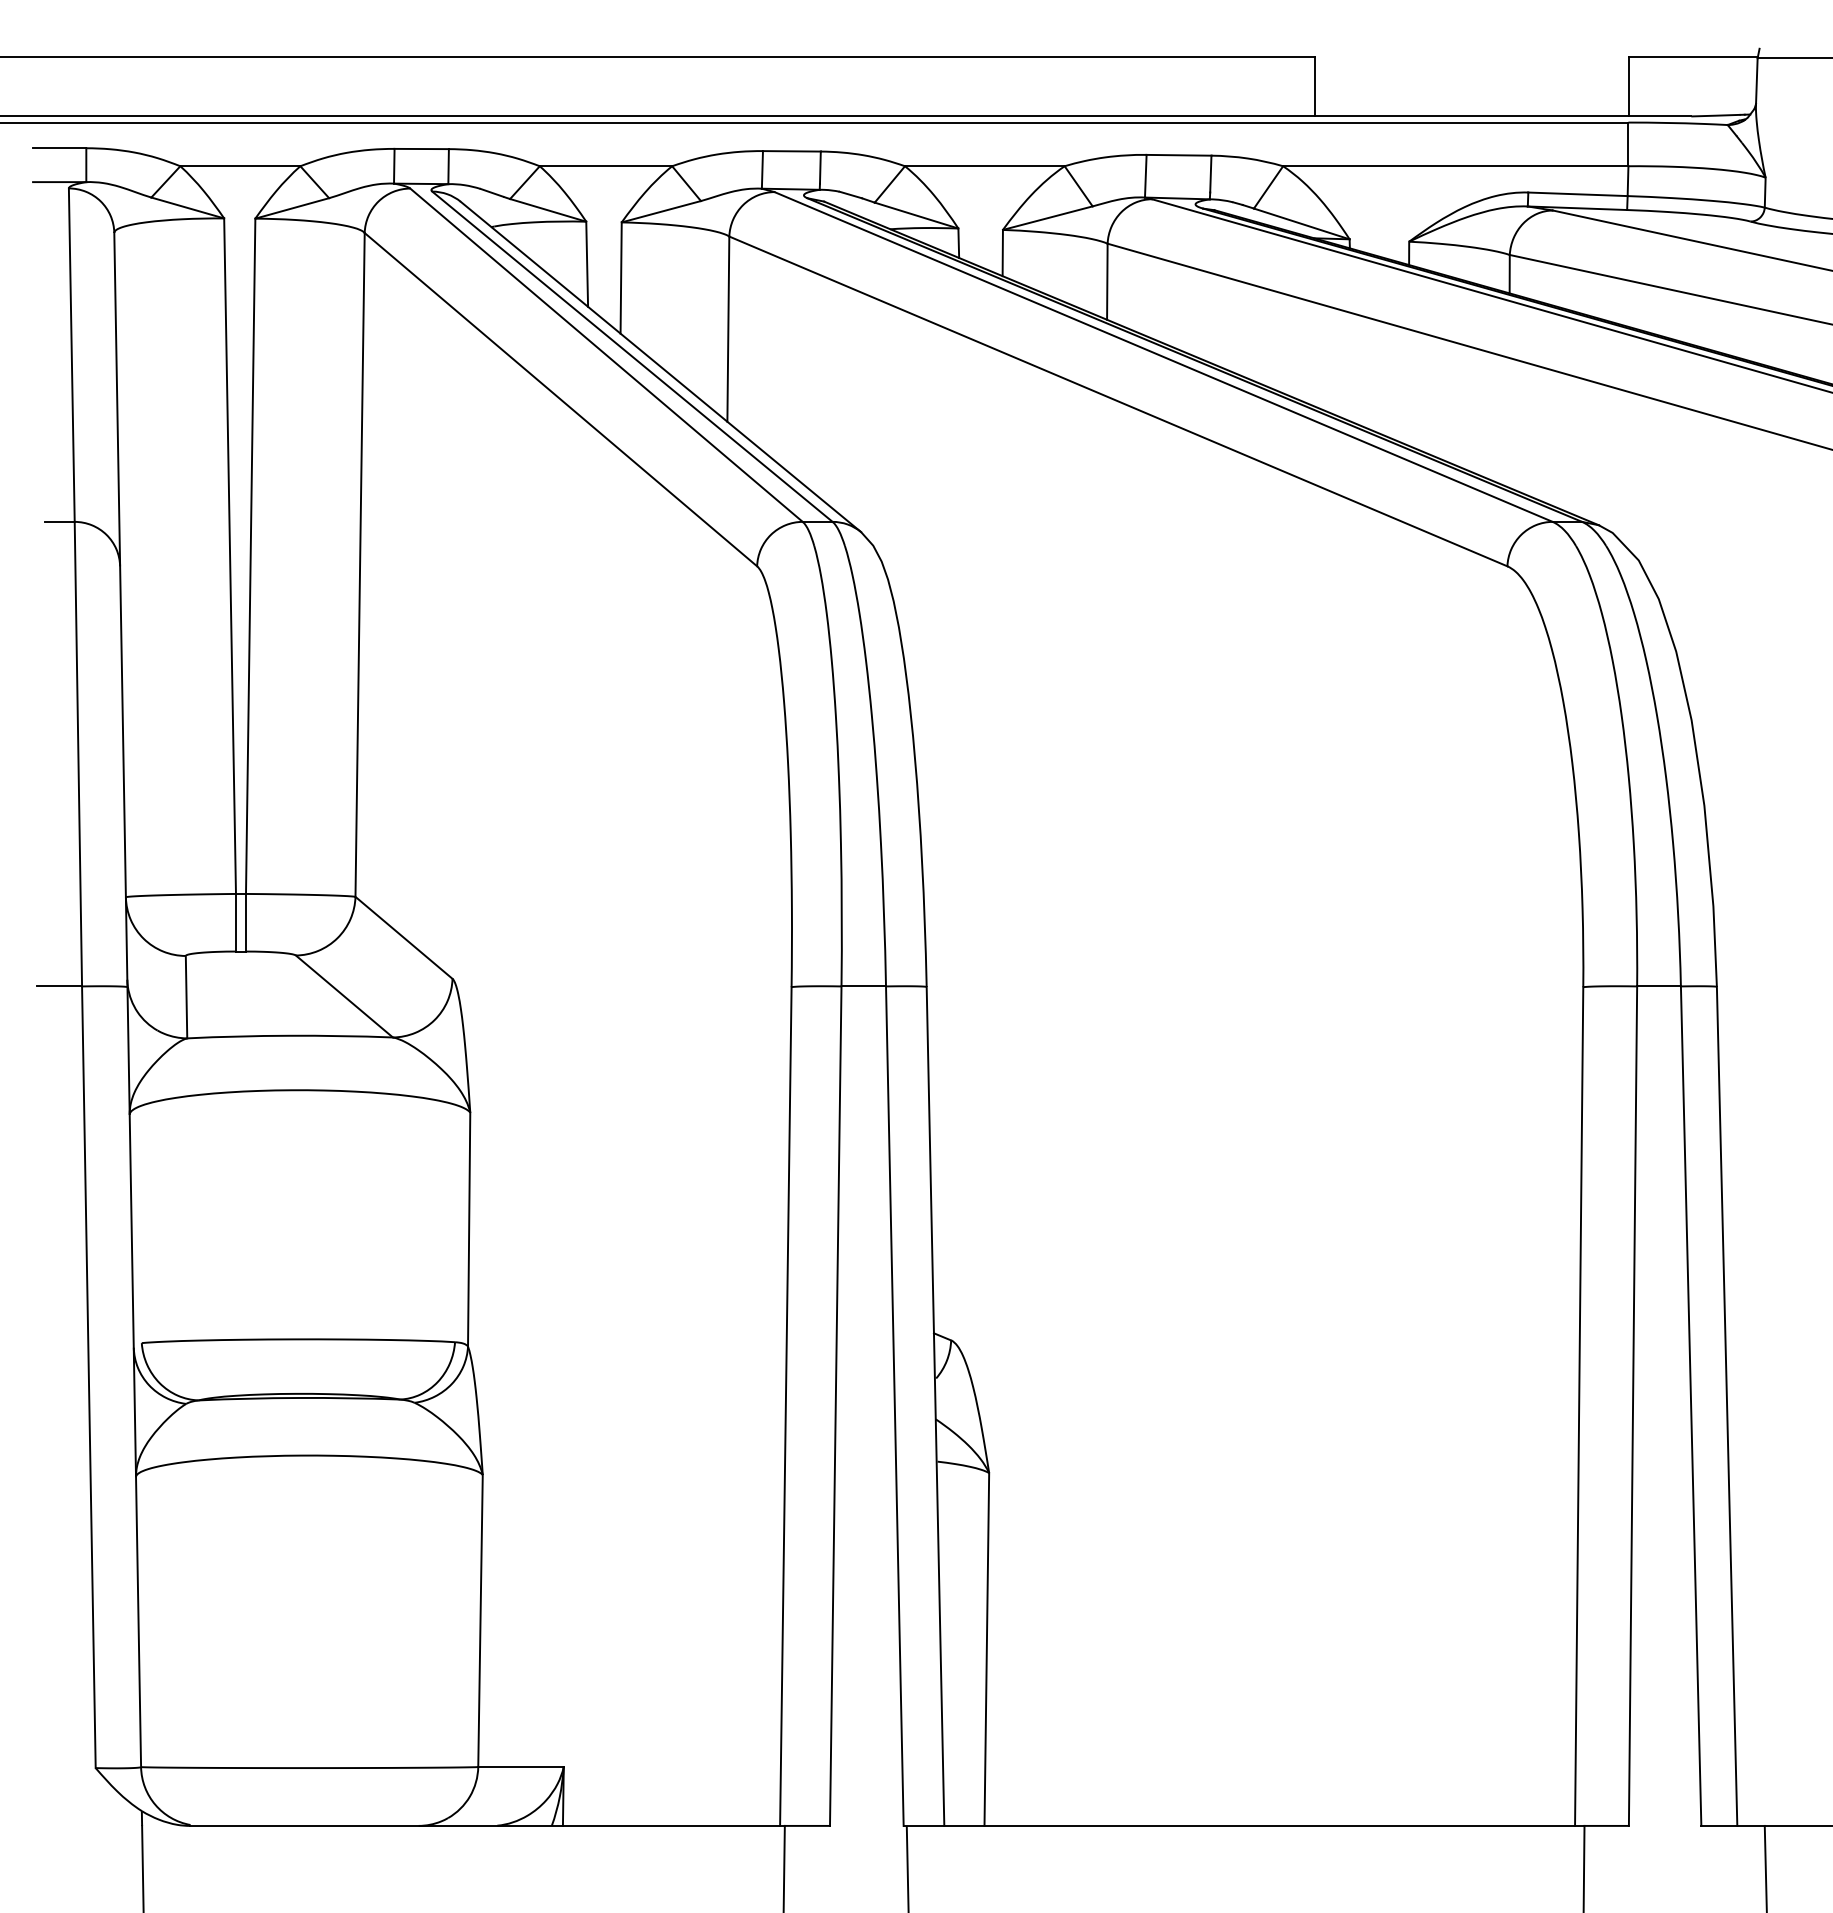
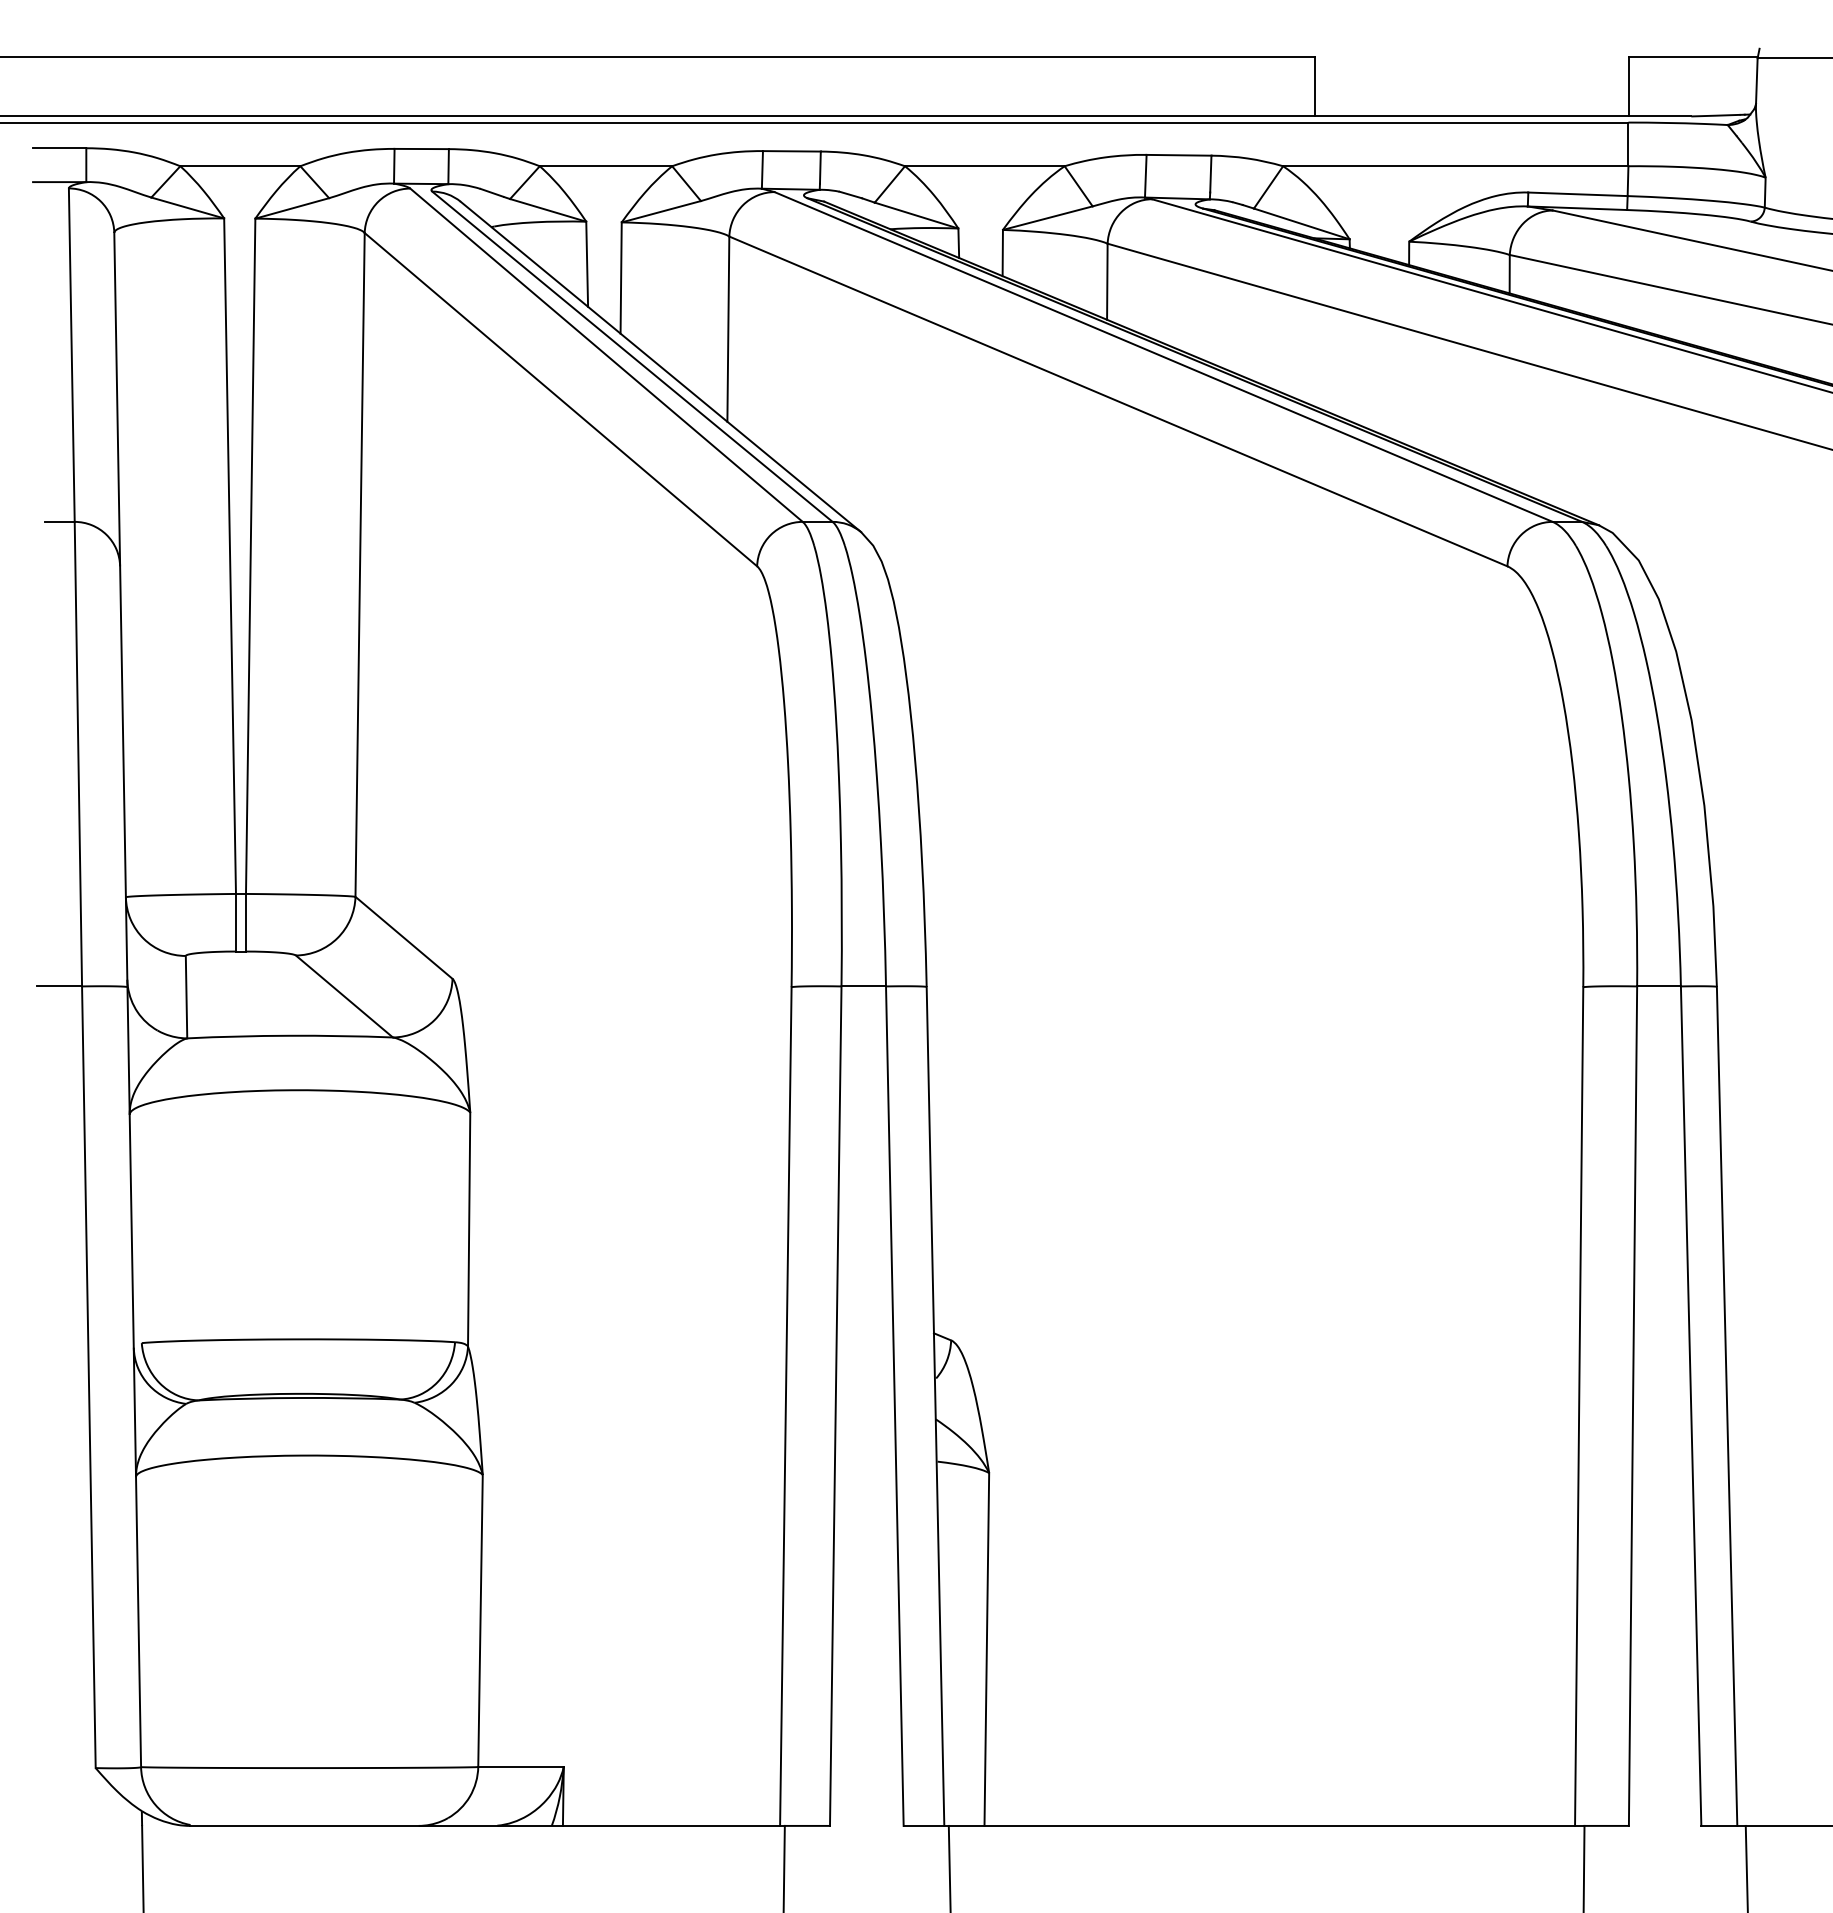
line at (907, 1867) position: (907, 1867) -> (949, 1867)
line at (1765, 1867) position: (1765, 1867) -> (1746, 1867)
